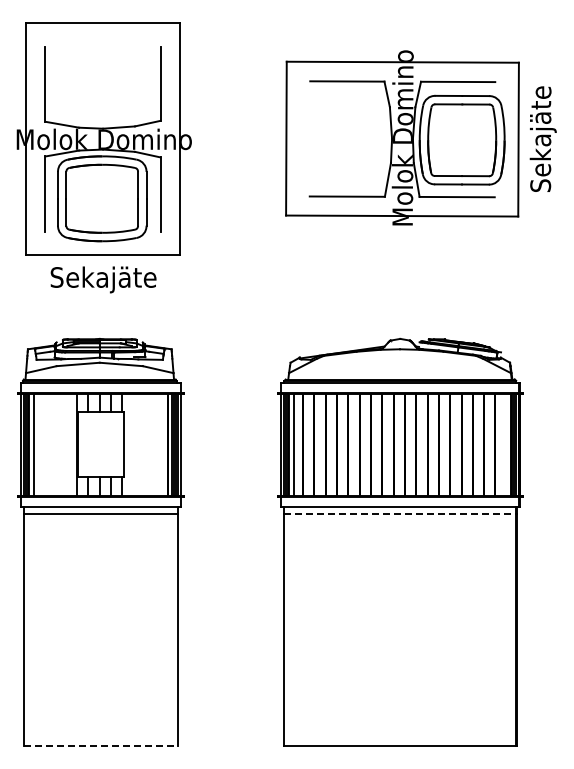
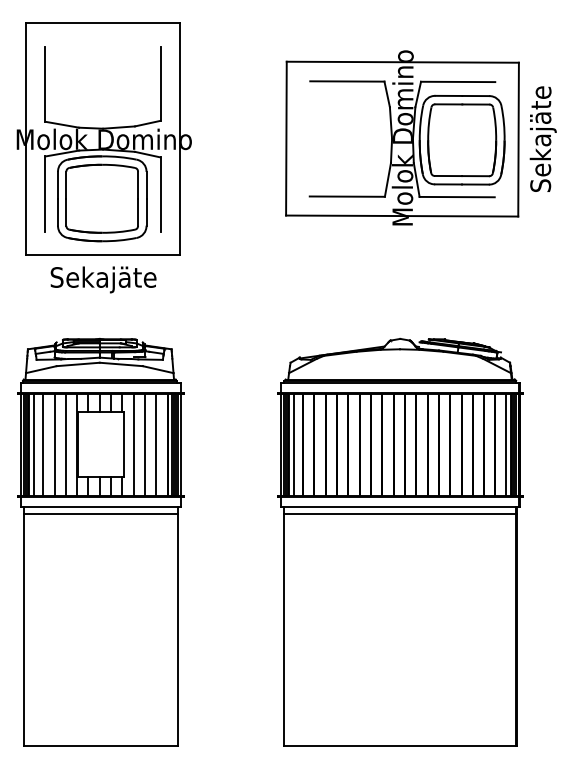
line at (43, 444): none -> present
line at (54, 444): none -> present
line at (65, 444): none -> present
line at (133, 444): none -> present
line at (145, 444): none -> present
line at (156, 444): none -> present
line at (506, 444): none -> present
line at (400, 513): dashed -> solid
line at (100, 745): dashed -> solid
